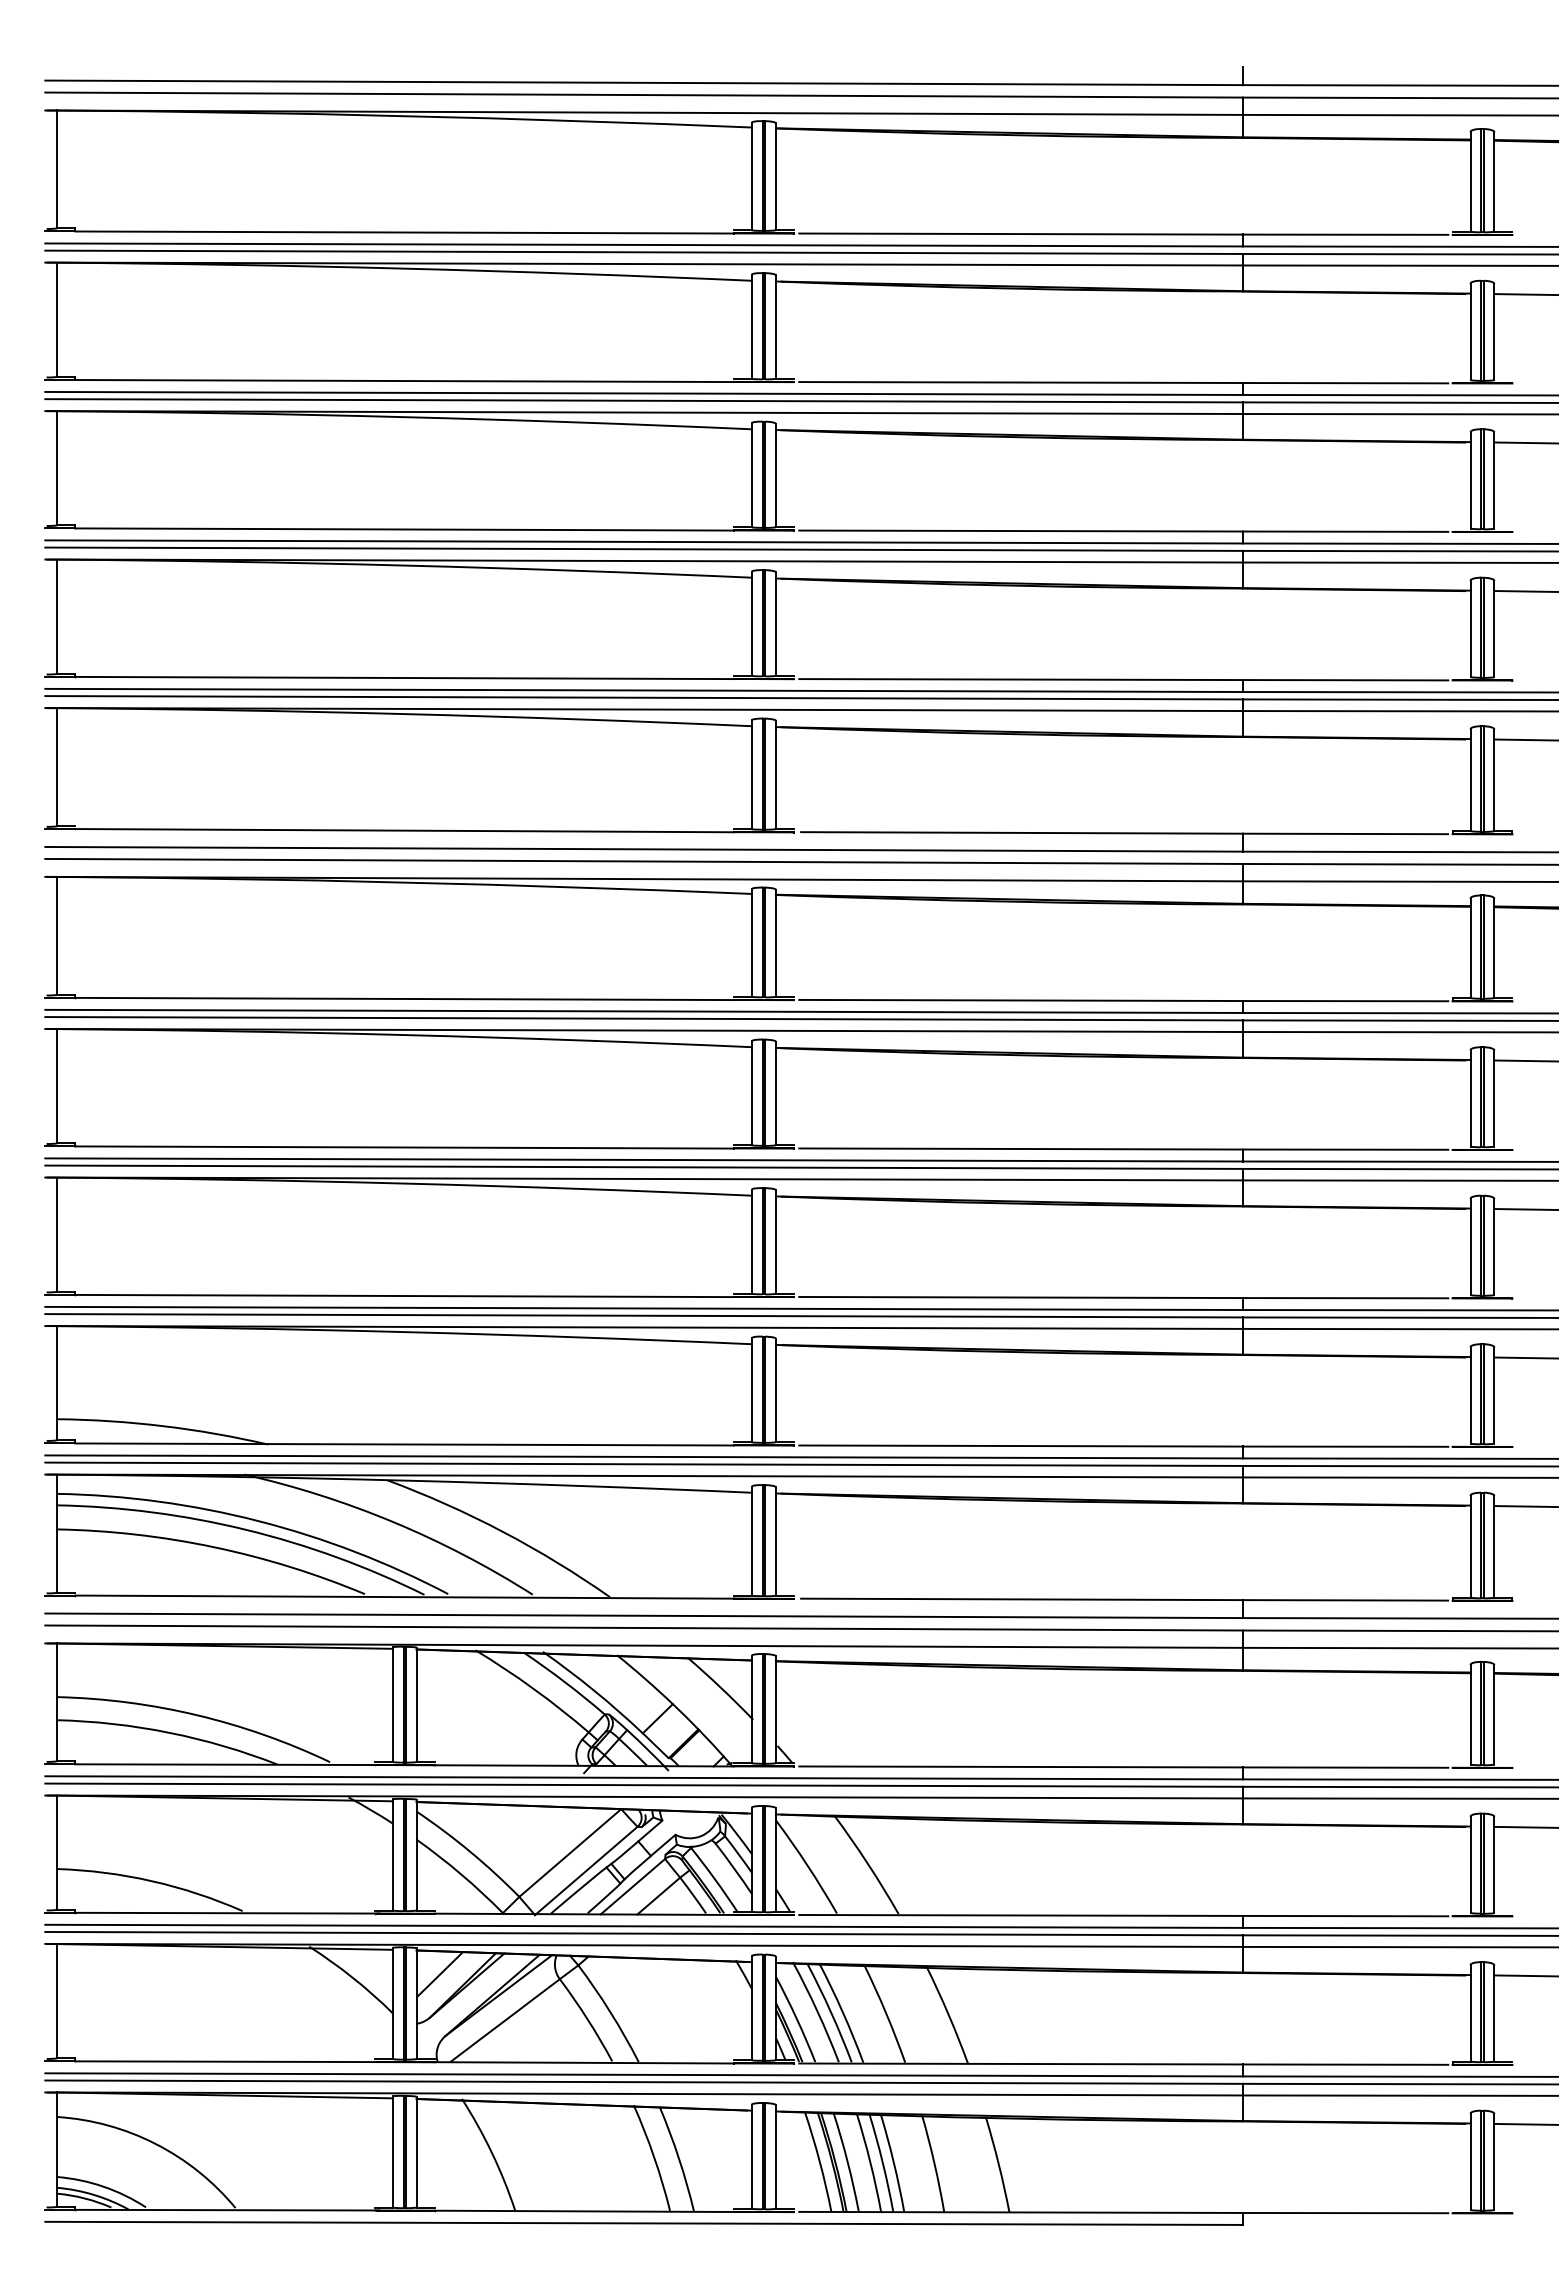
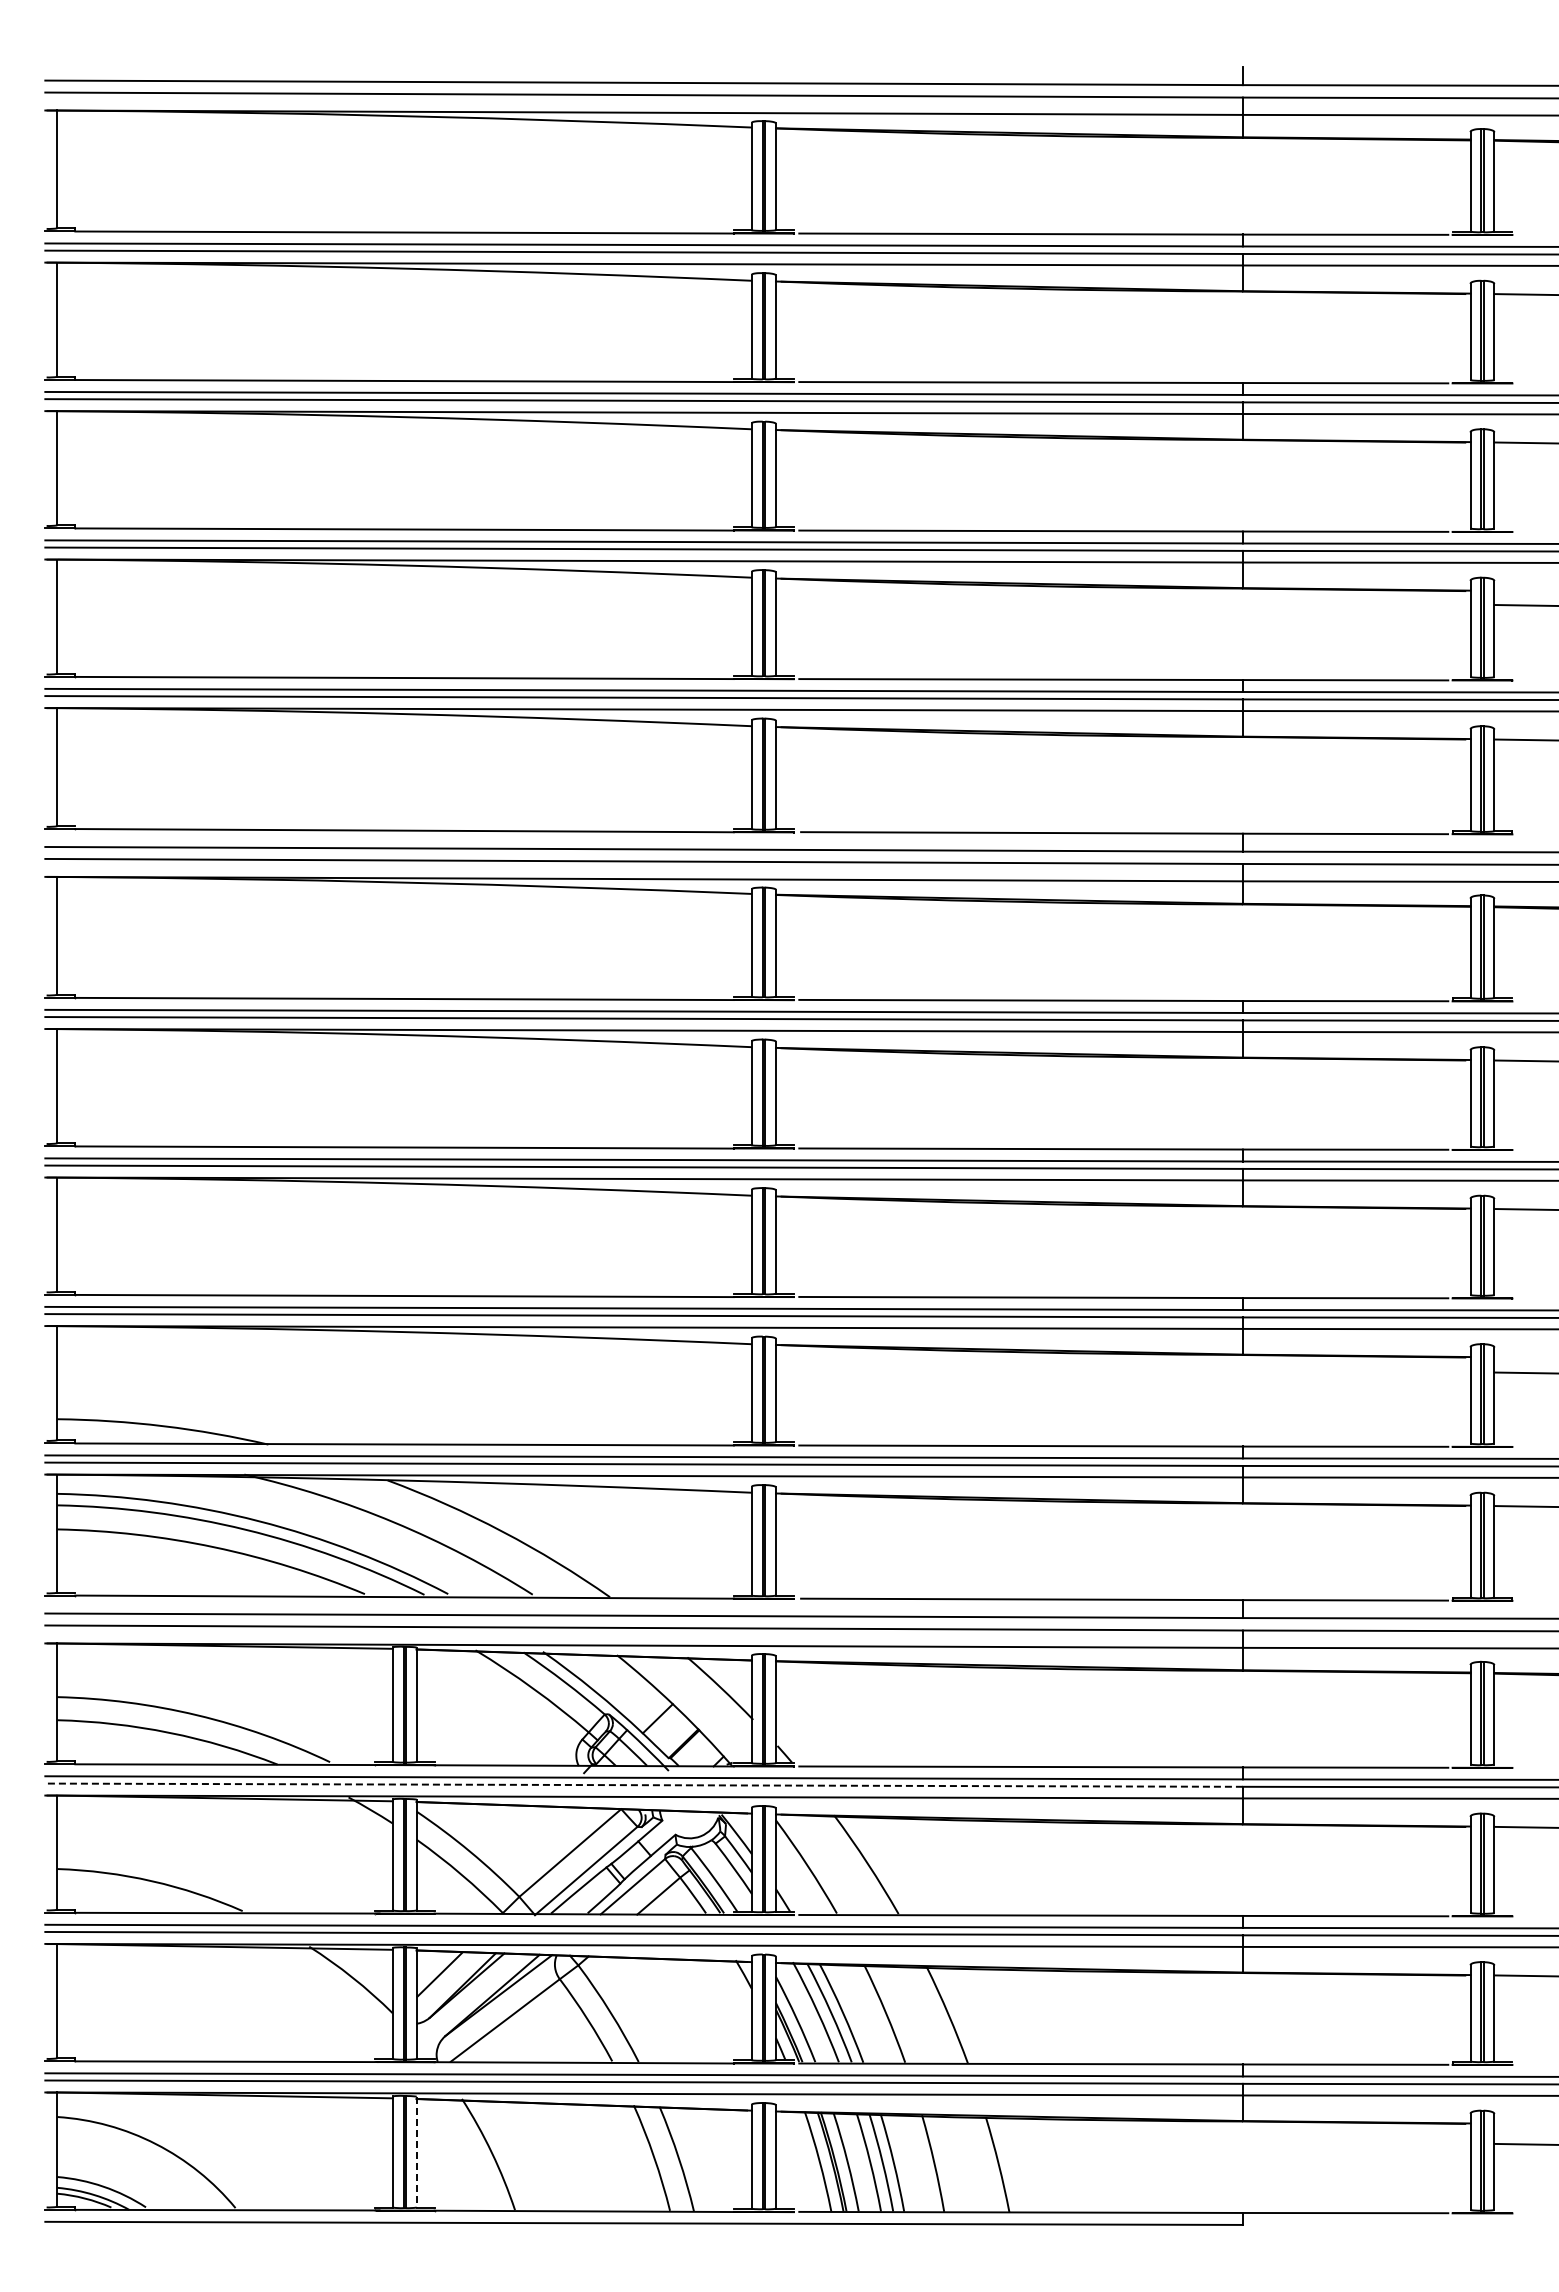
line at (1524, 591) position: (1524, 591) -> (1524, 605)
line at (1524, 1357) position: (1524, 1357) -> (1524, 1372)
line at (644, 1785): solid -> dashed
line at (1524, 2123) position: (1524, 2123) -> (1524, 2143)
line at (416, 2152): solid -> dashed
